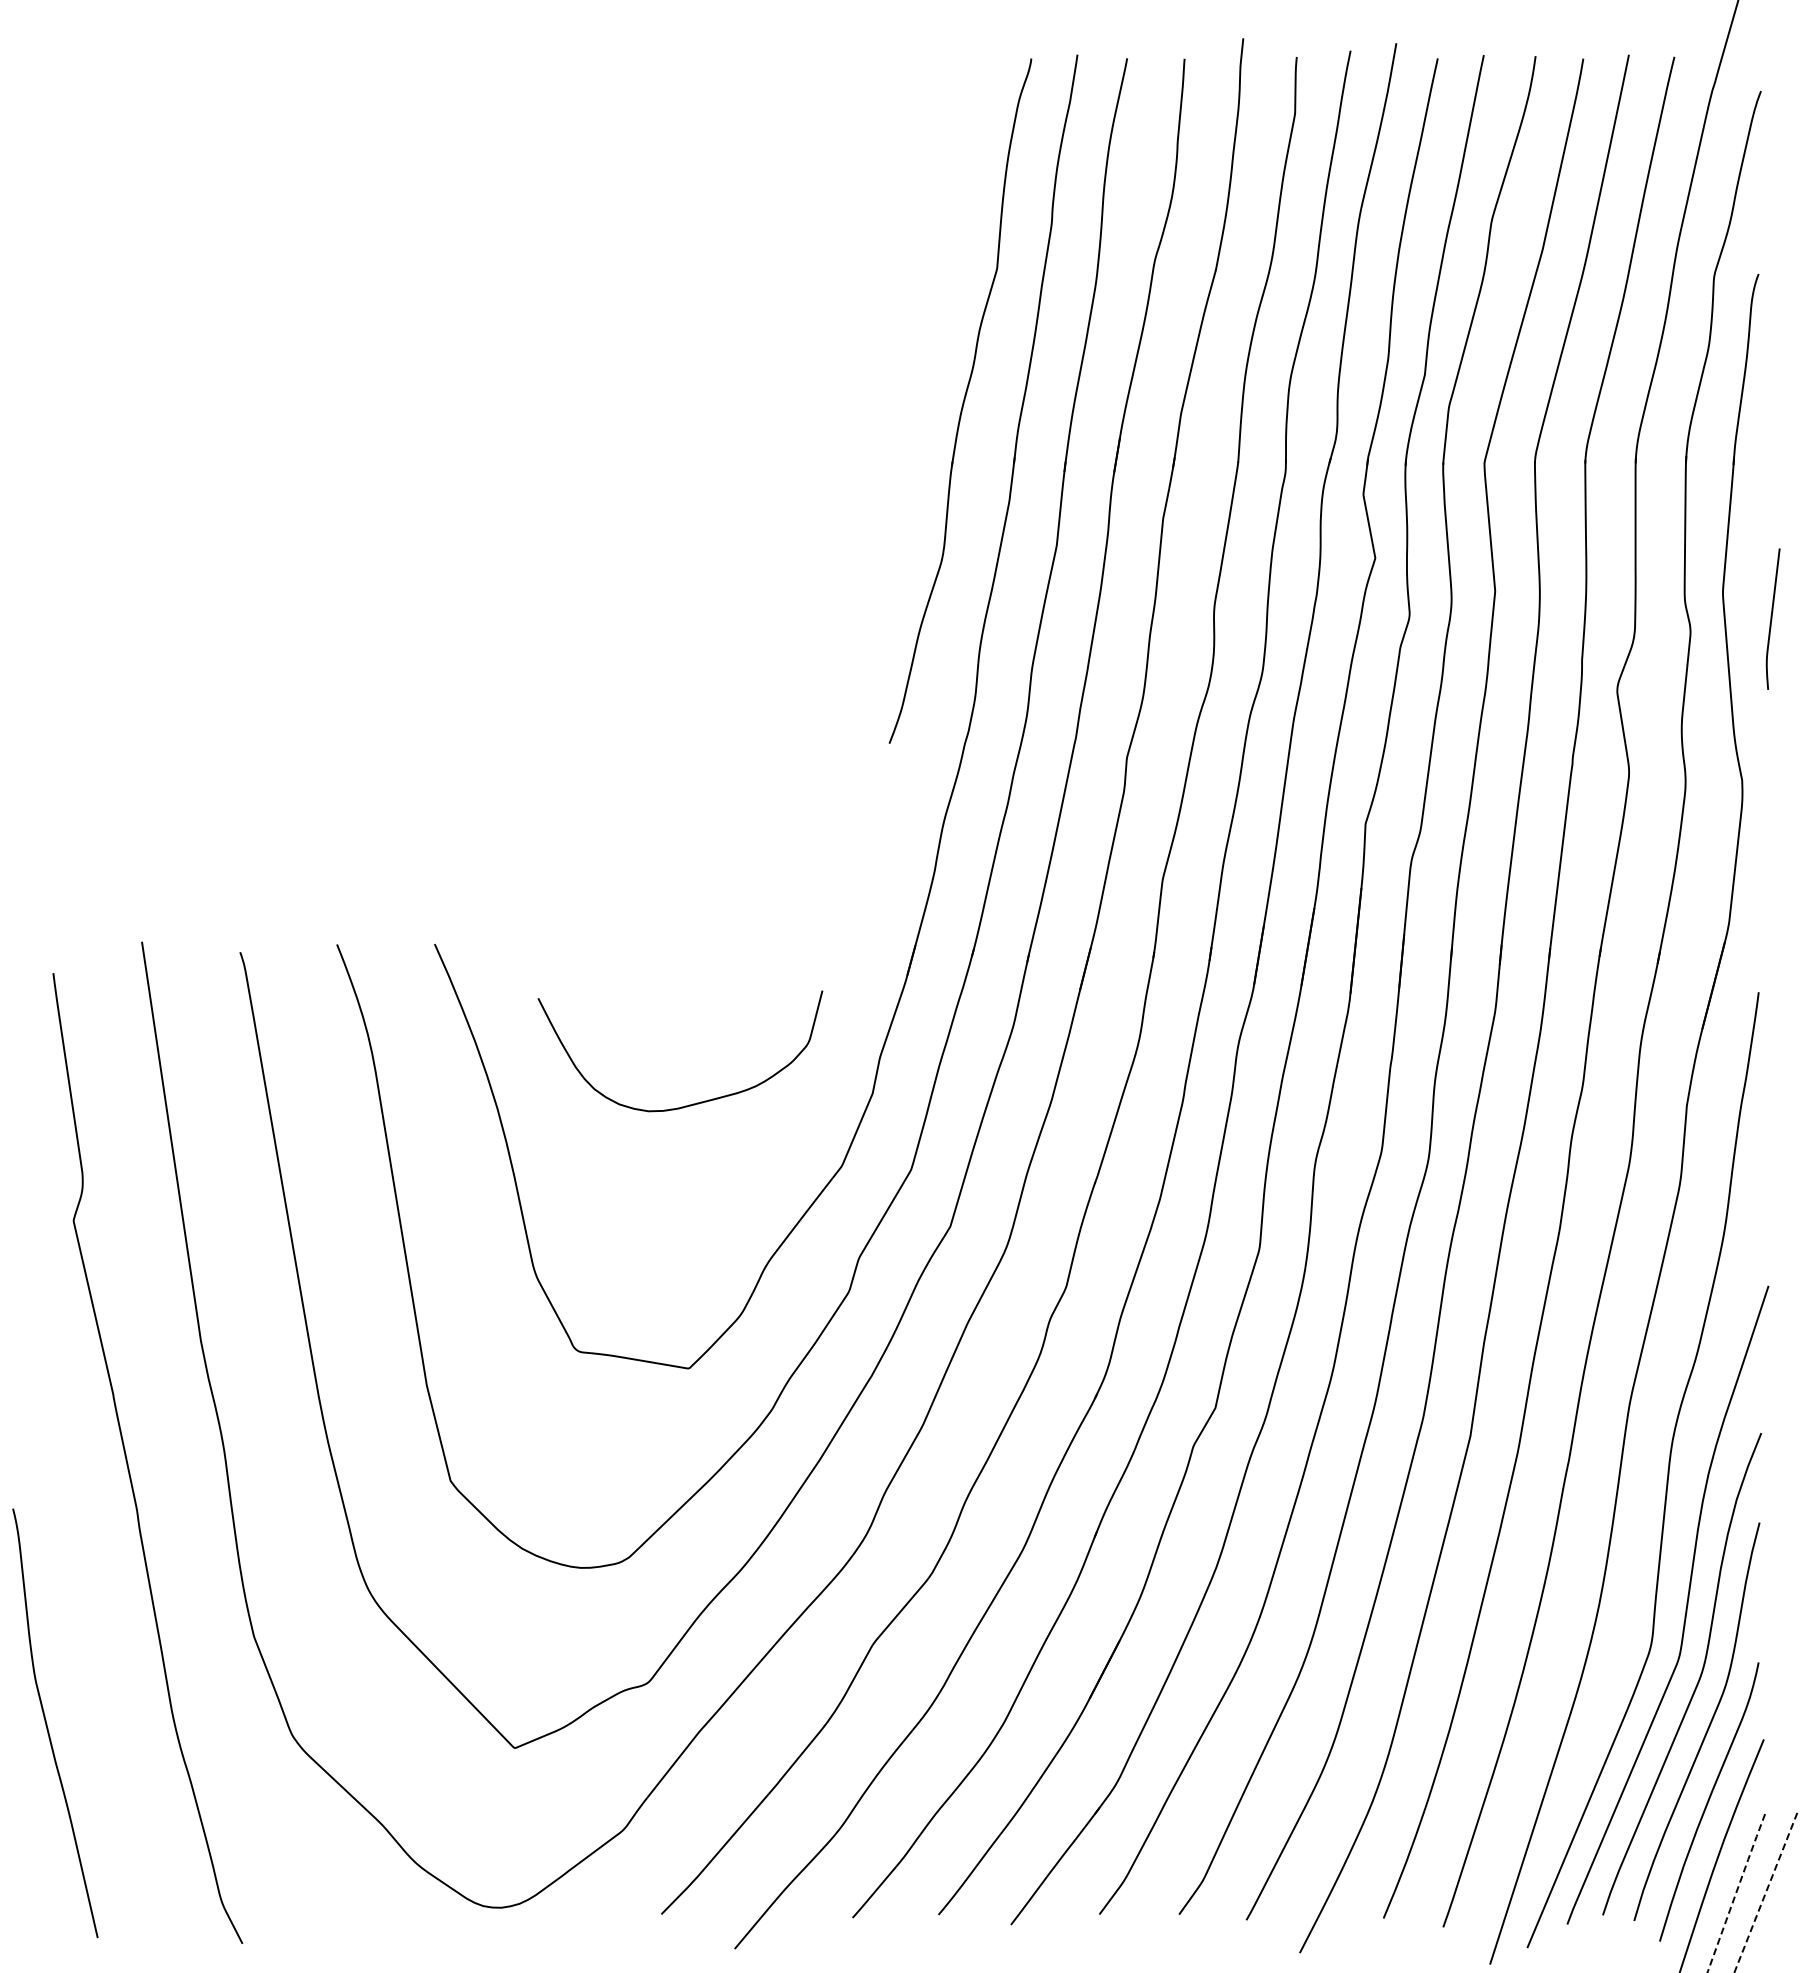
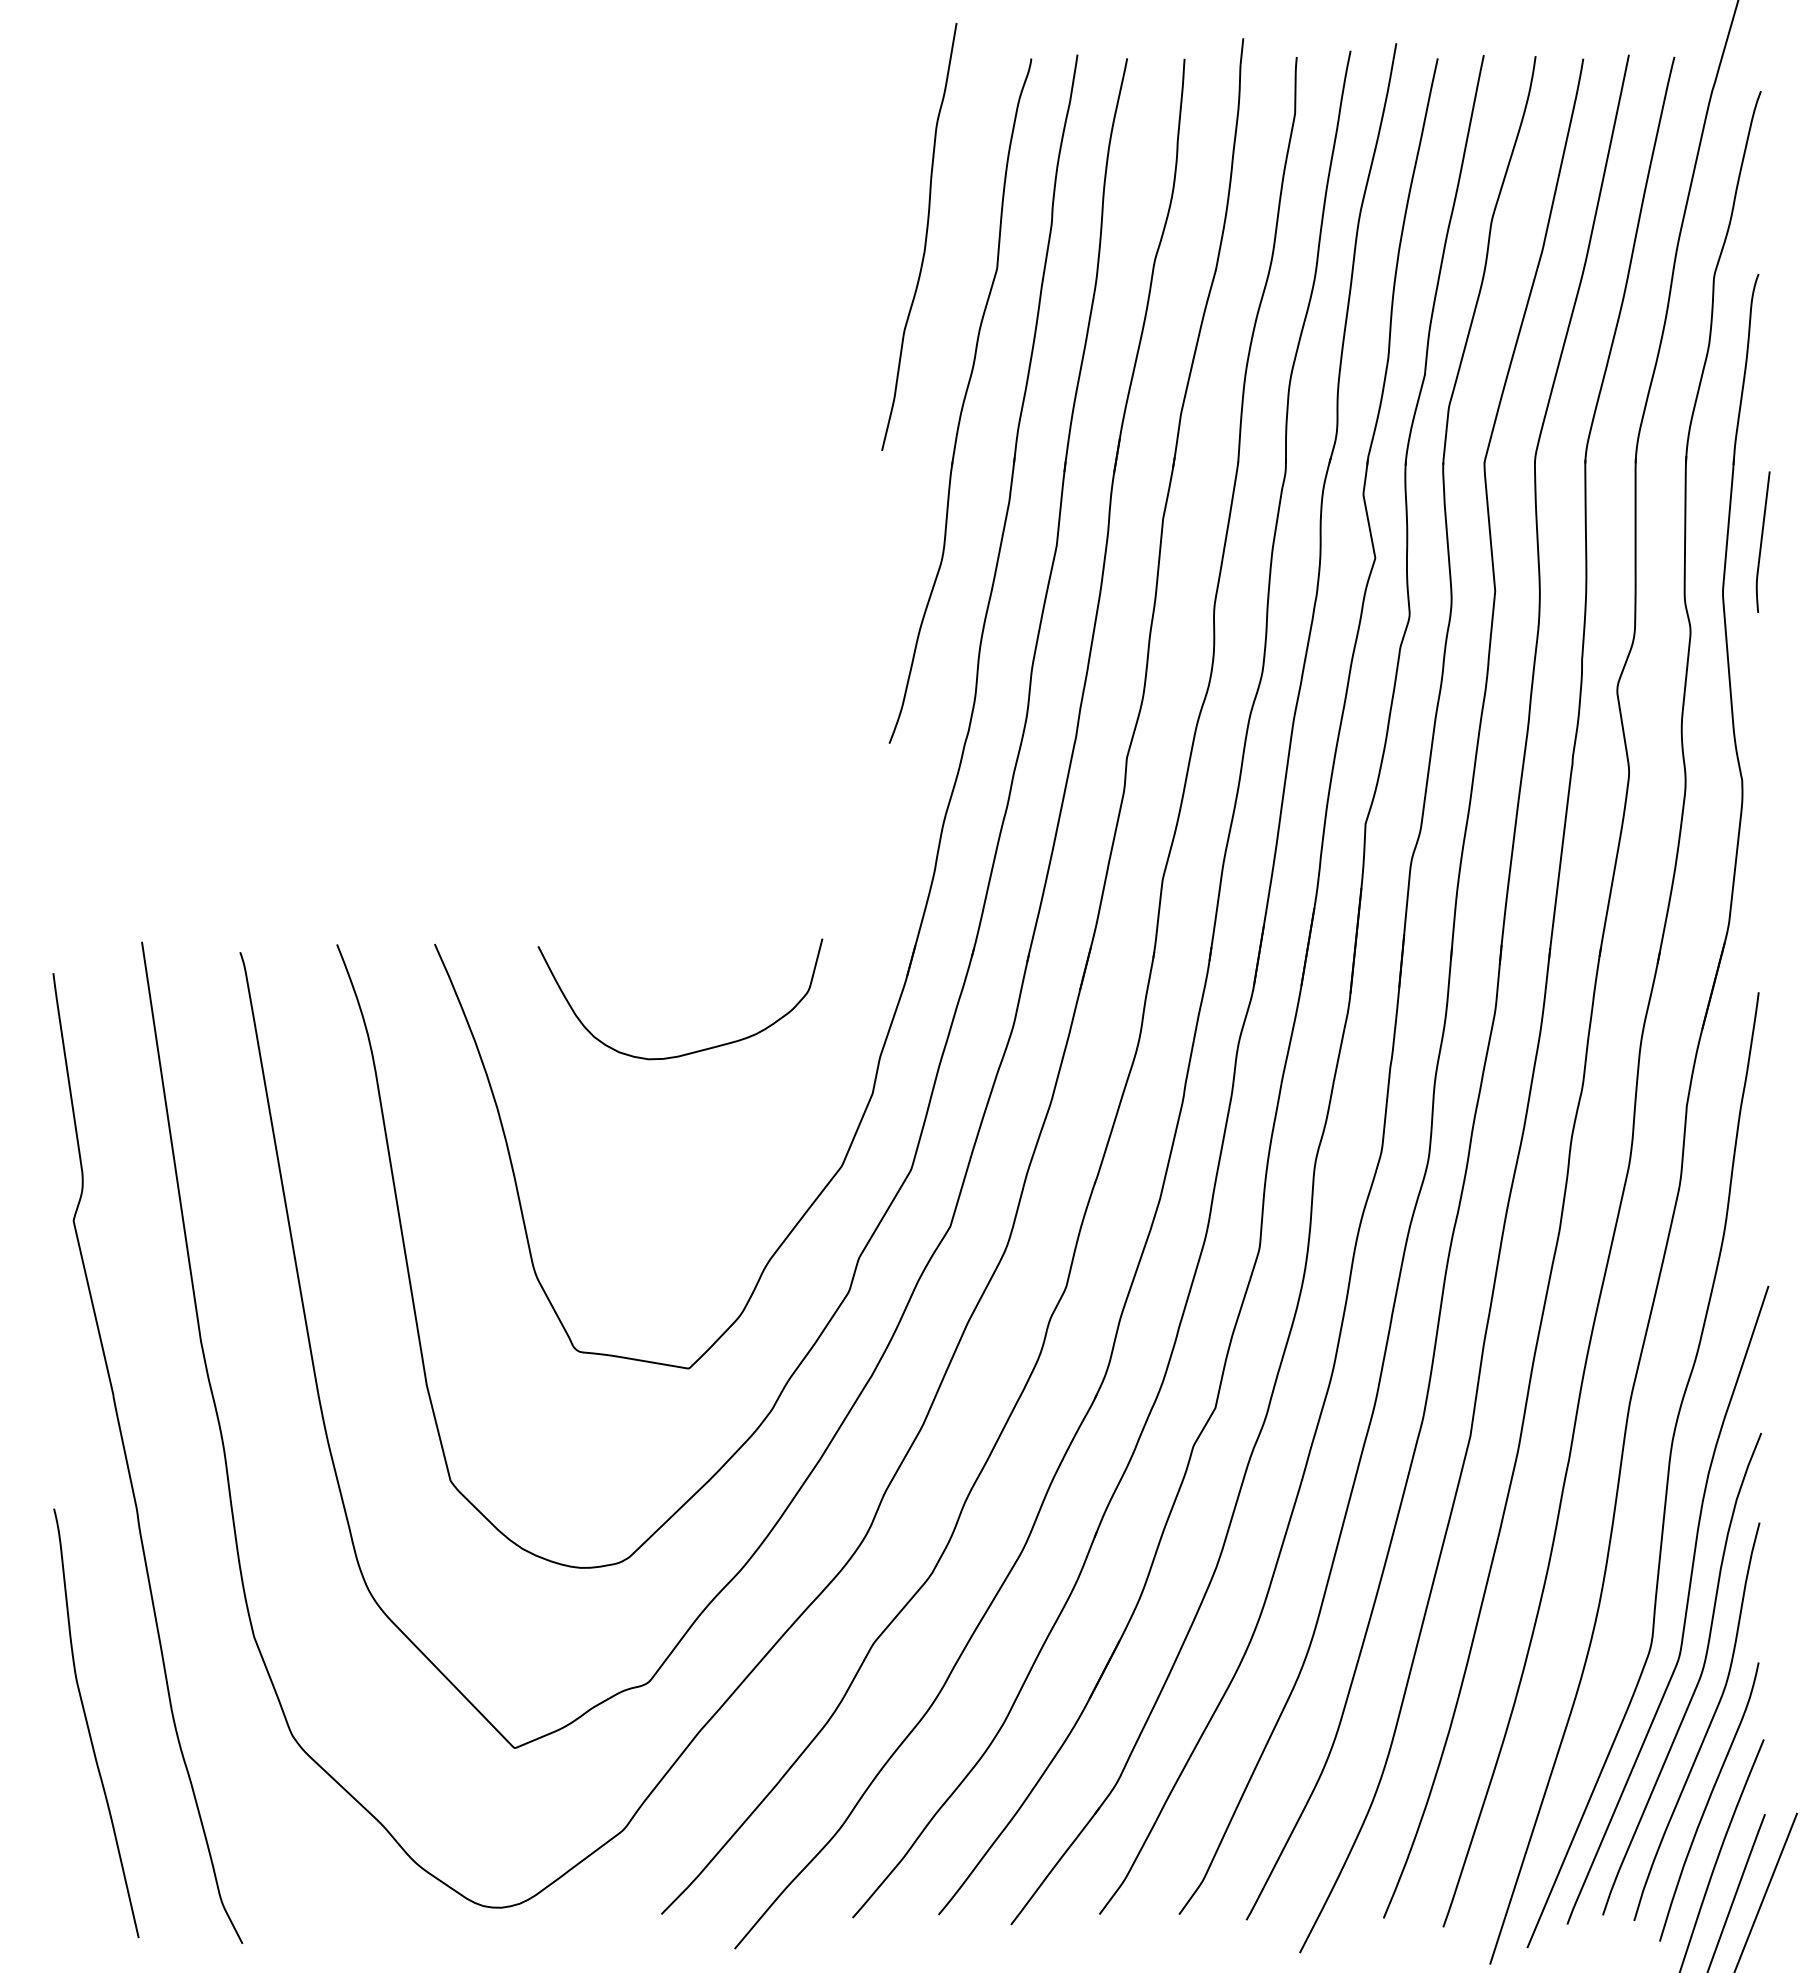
curve at (925, 236): none -> present
curve at (1772, 618) position: (1772, 618) -> (1762, 541)
curve at (693, 1103) position: (693, 1103) -> (693, 1051)
curve at (47, 1723) position: (47, 1723) -> (88, 1723)
line at (1736, 1892): dashed -> solid
line at (1765, 1892): dashed -> solid
